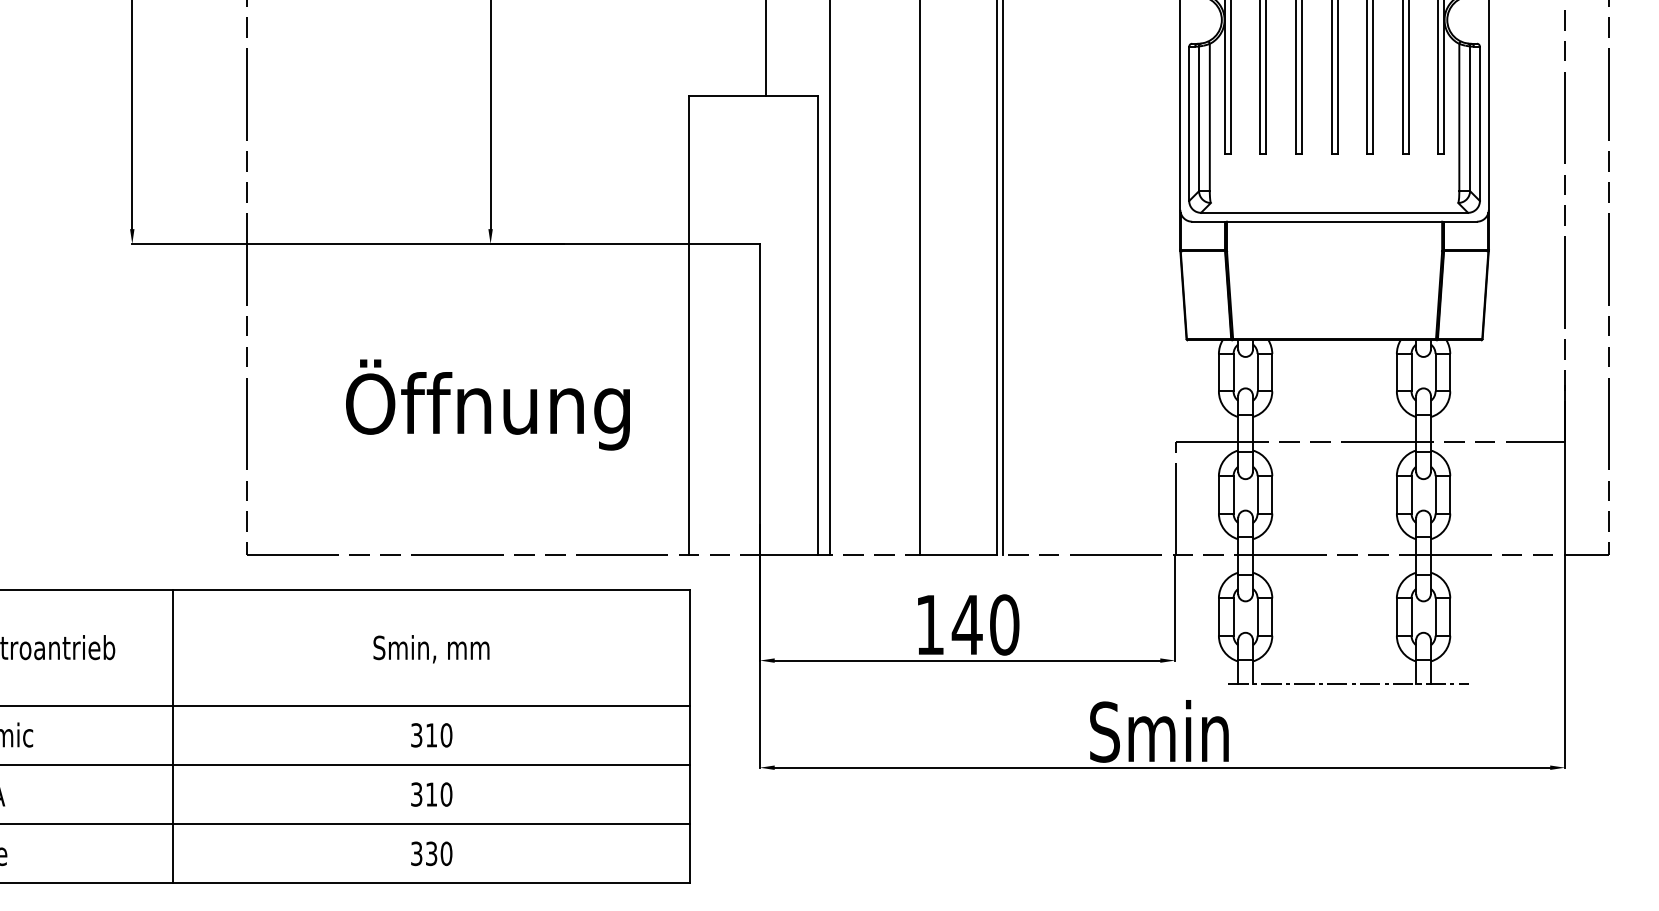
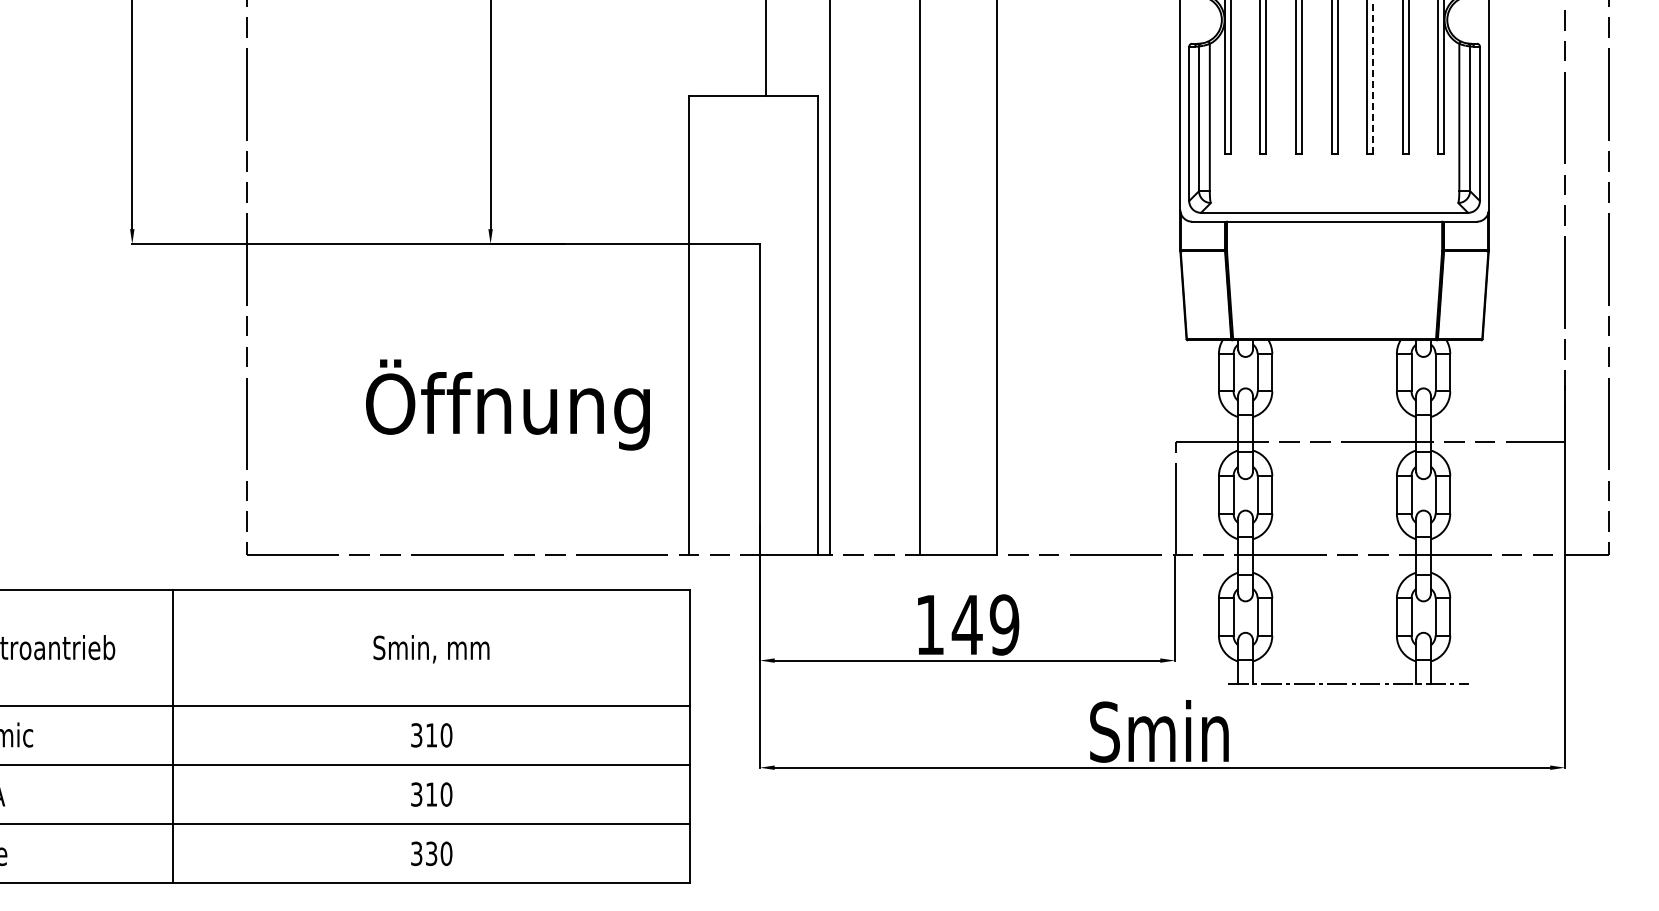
line at (1373, 76): solid -> dashed
line at (1003, 278): present -> none
text at (487, 404) position: (487, 404) -> (507, 404)
text at (1004, 624): 140 -> 149
